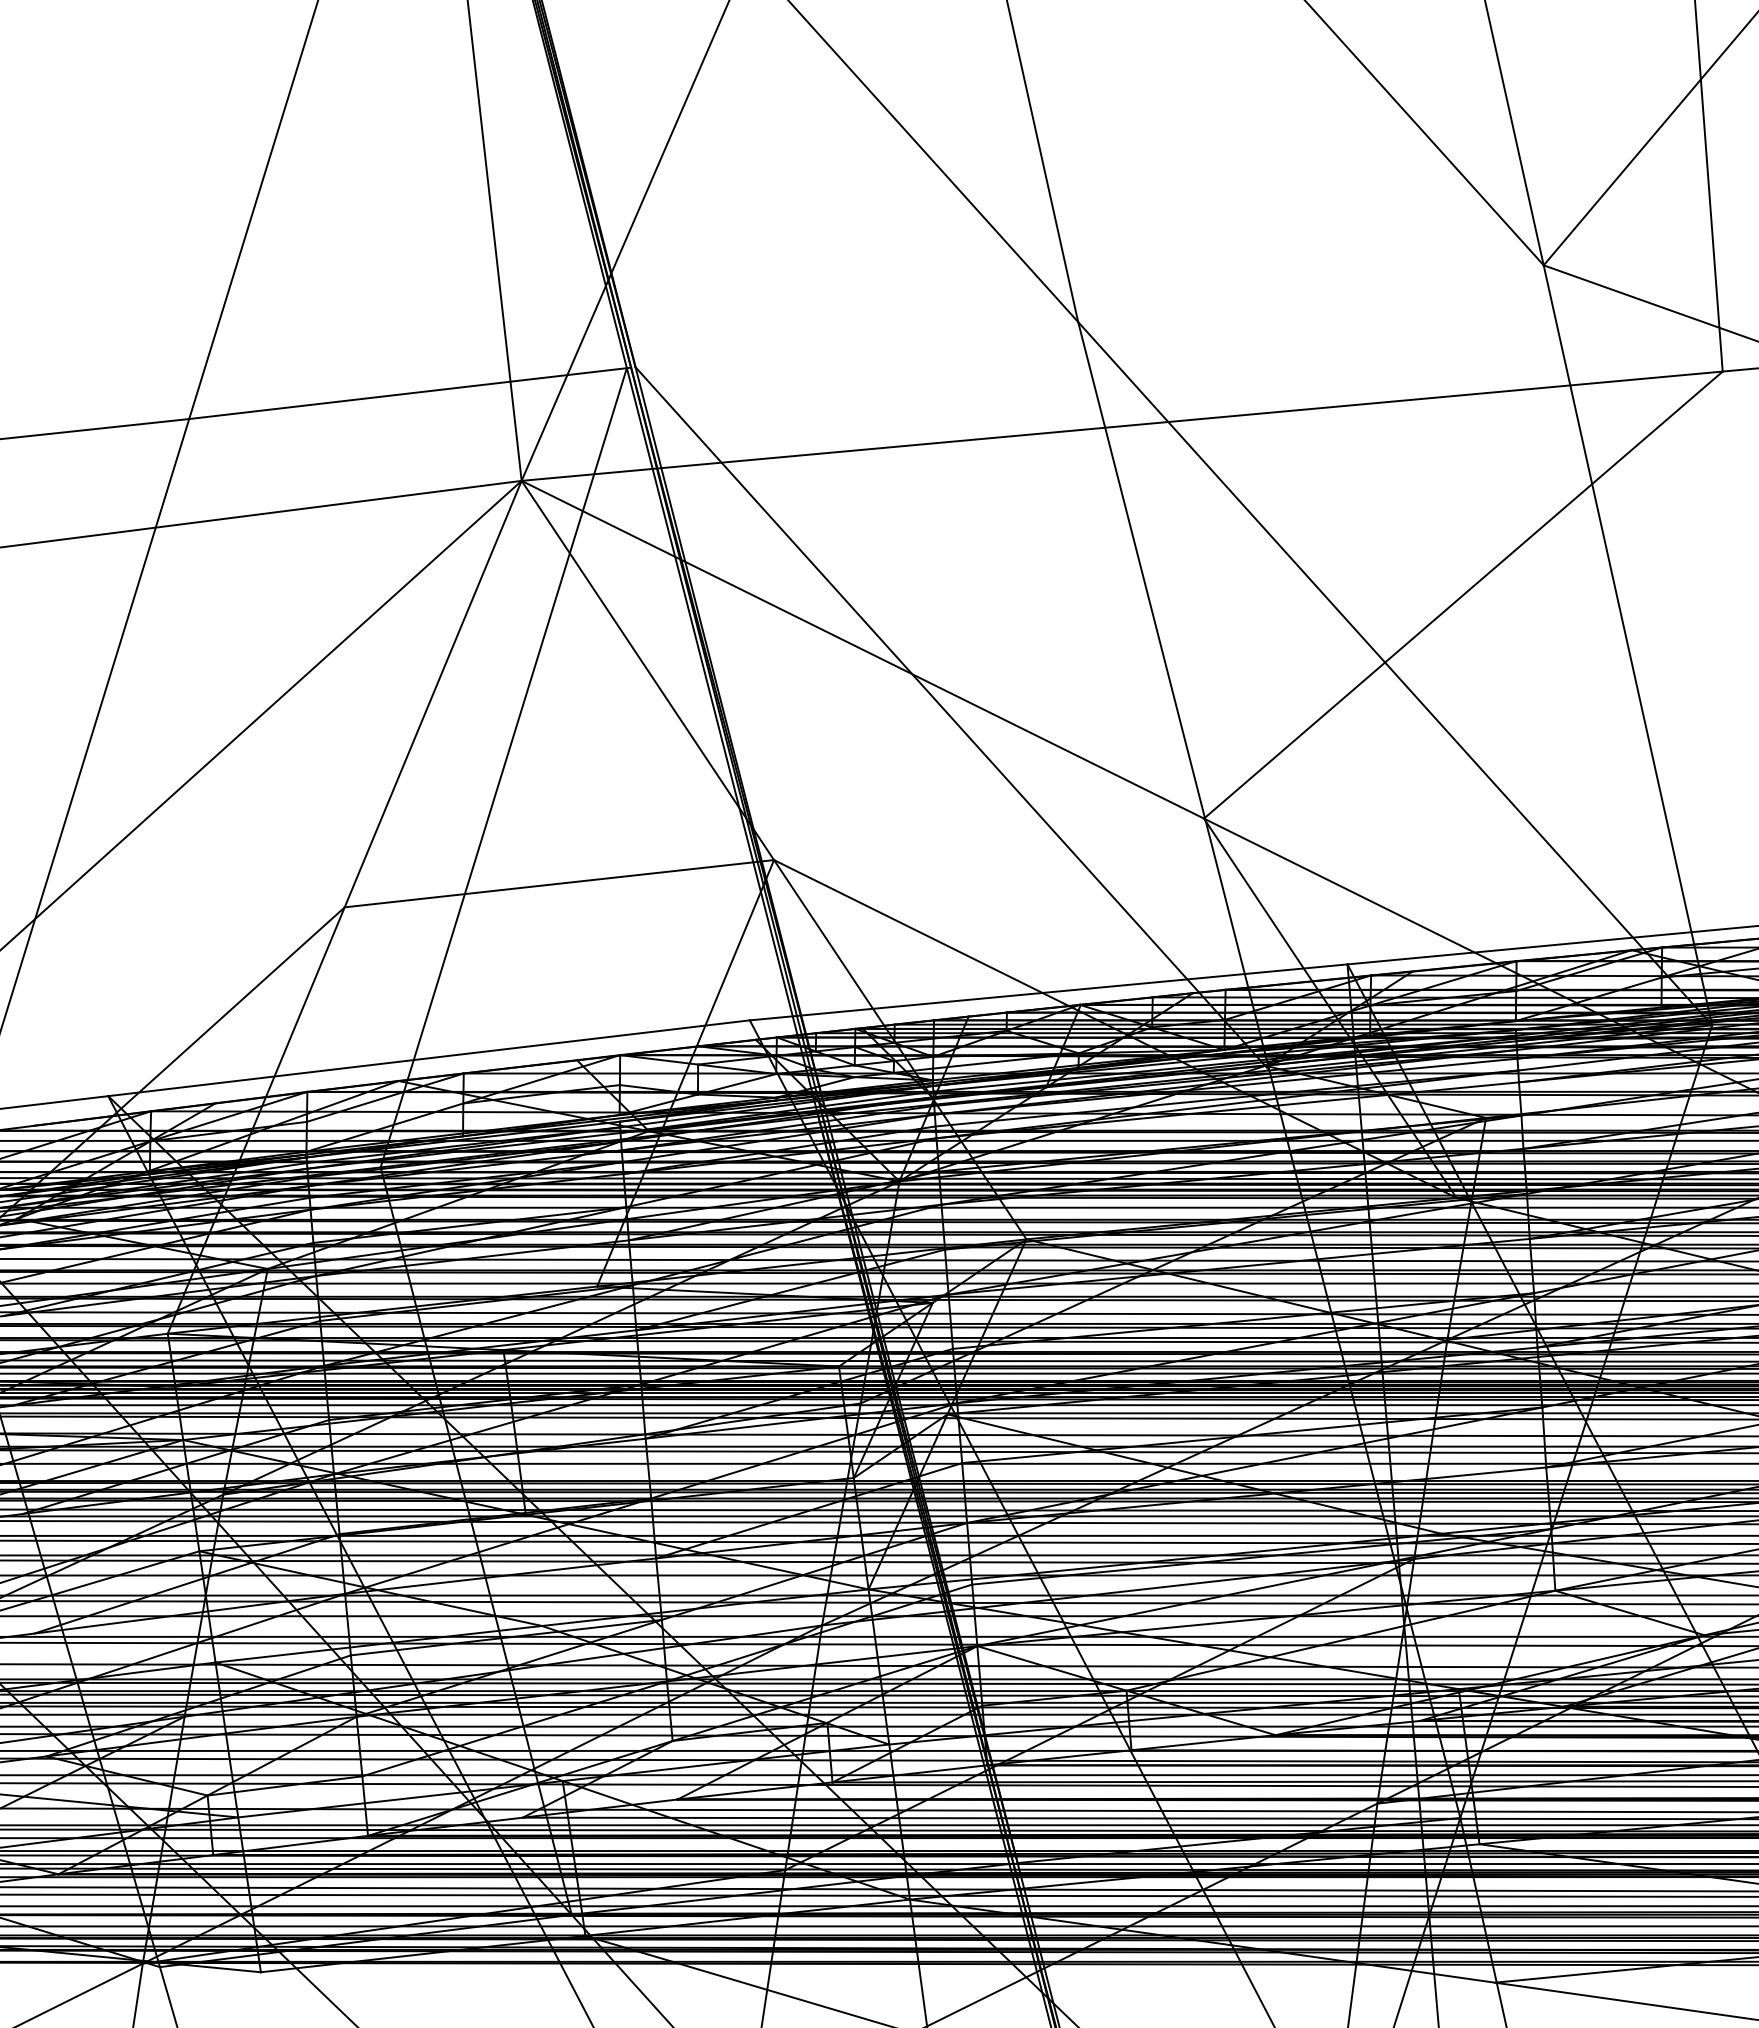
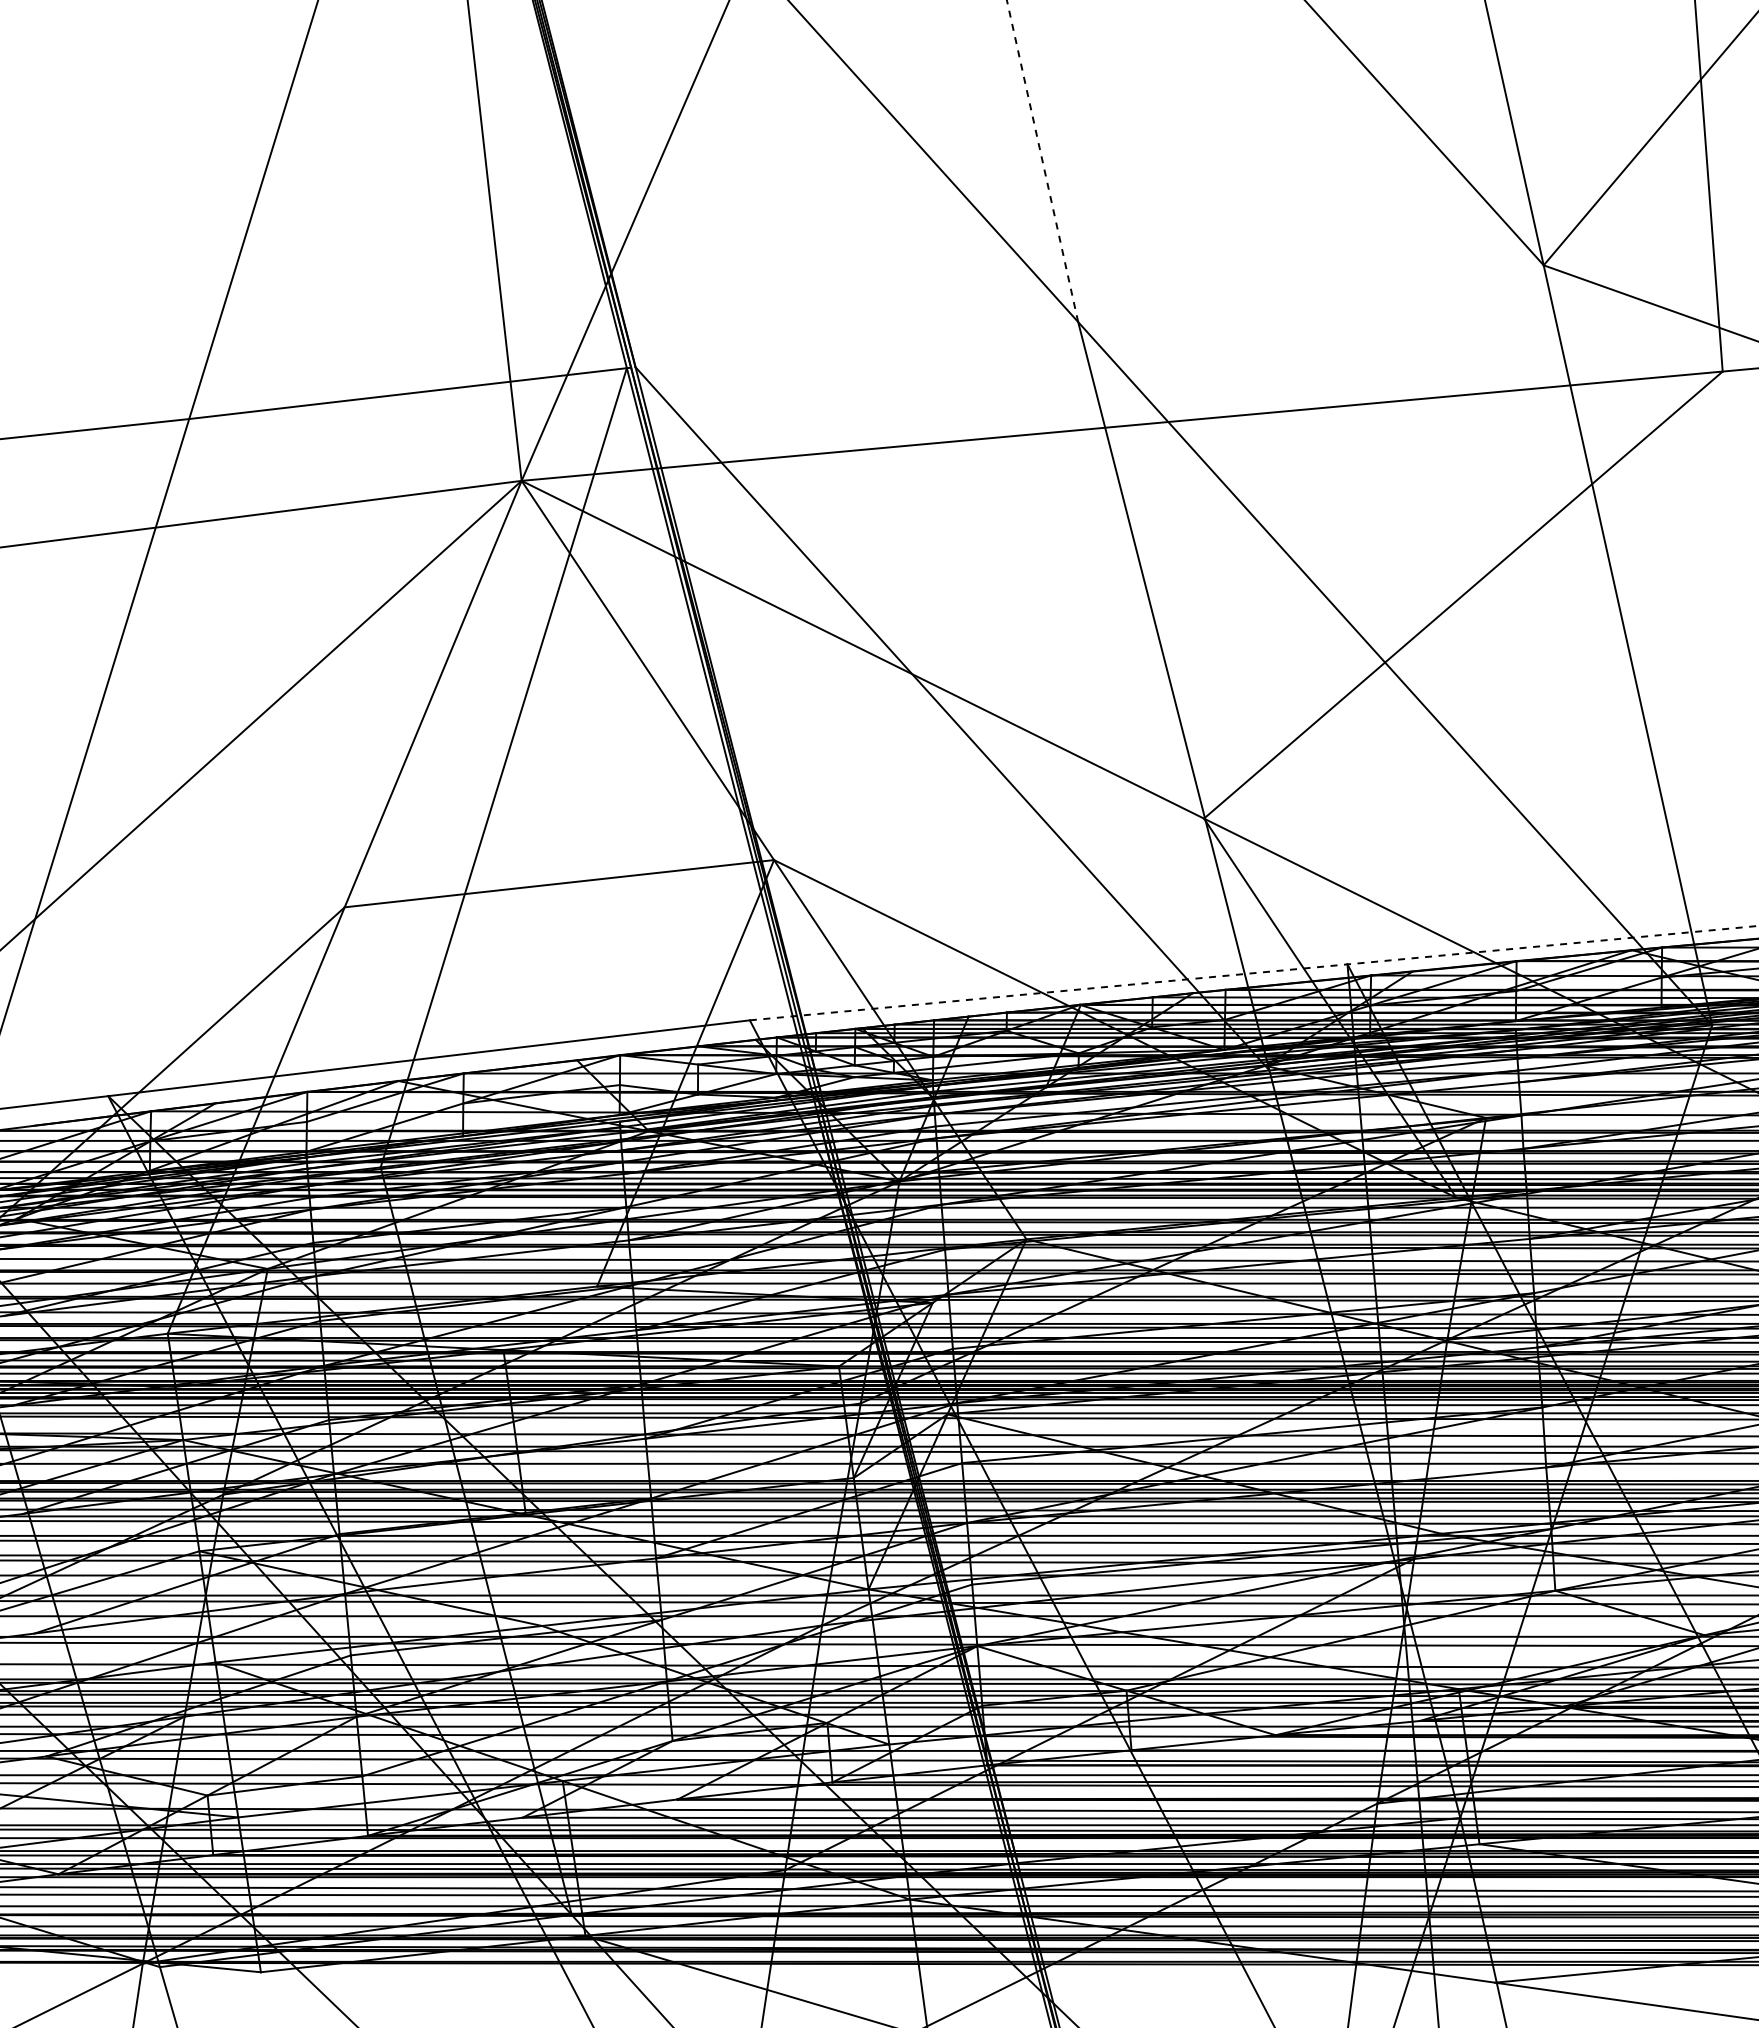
line at (1042, 161): solid -> dashed
line at (1254, 973): solid -> dashed
